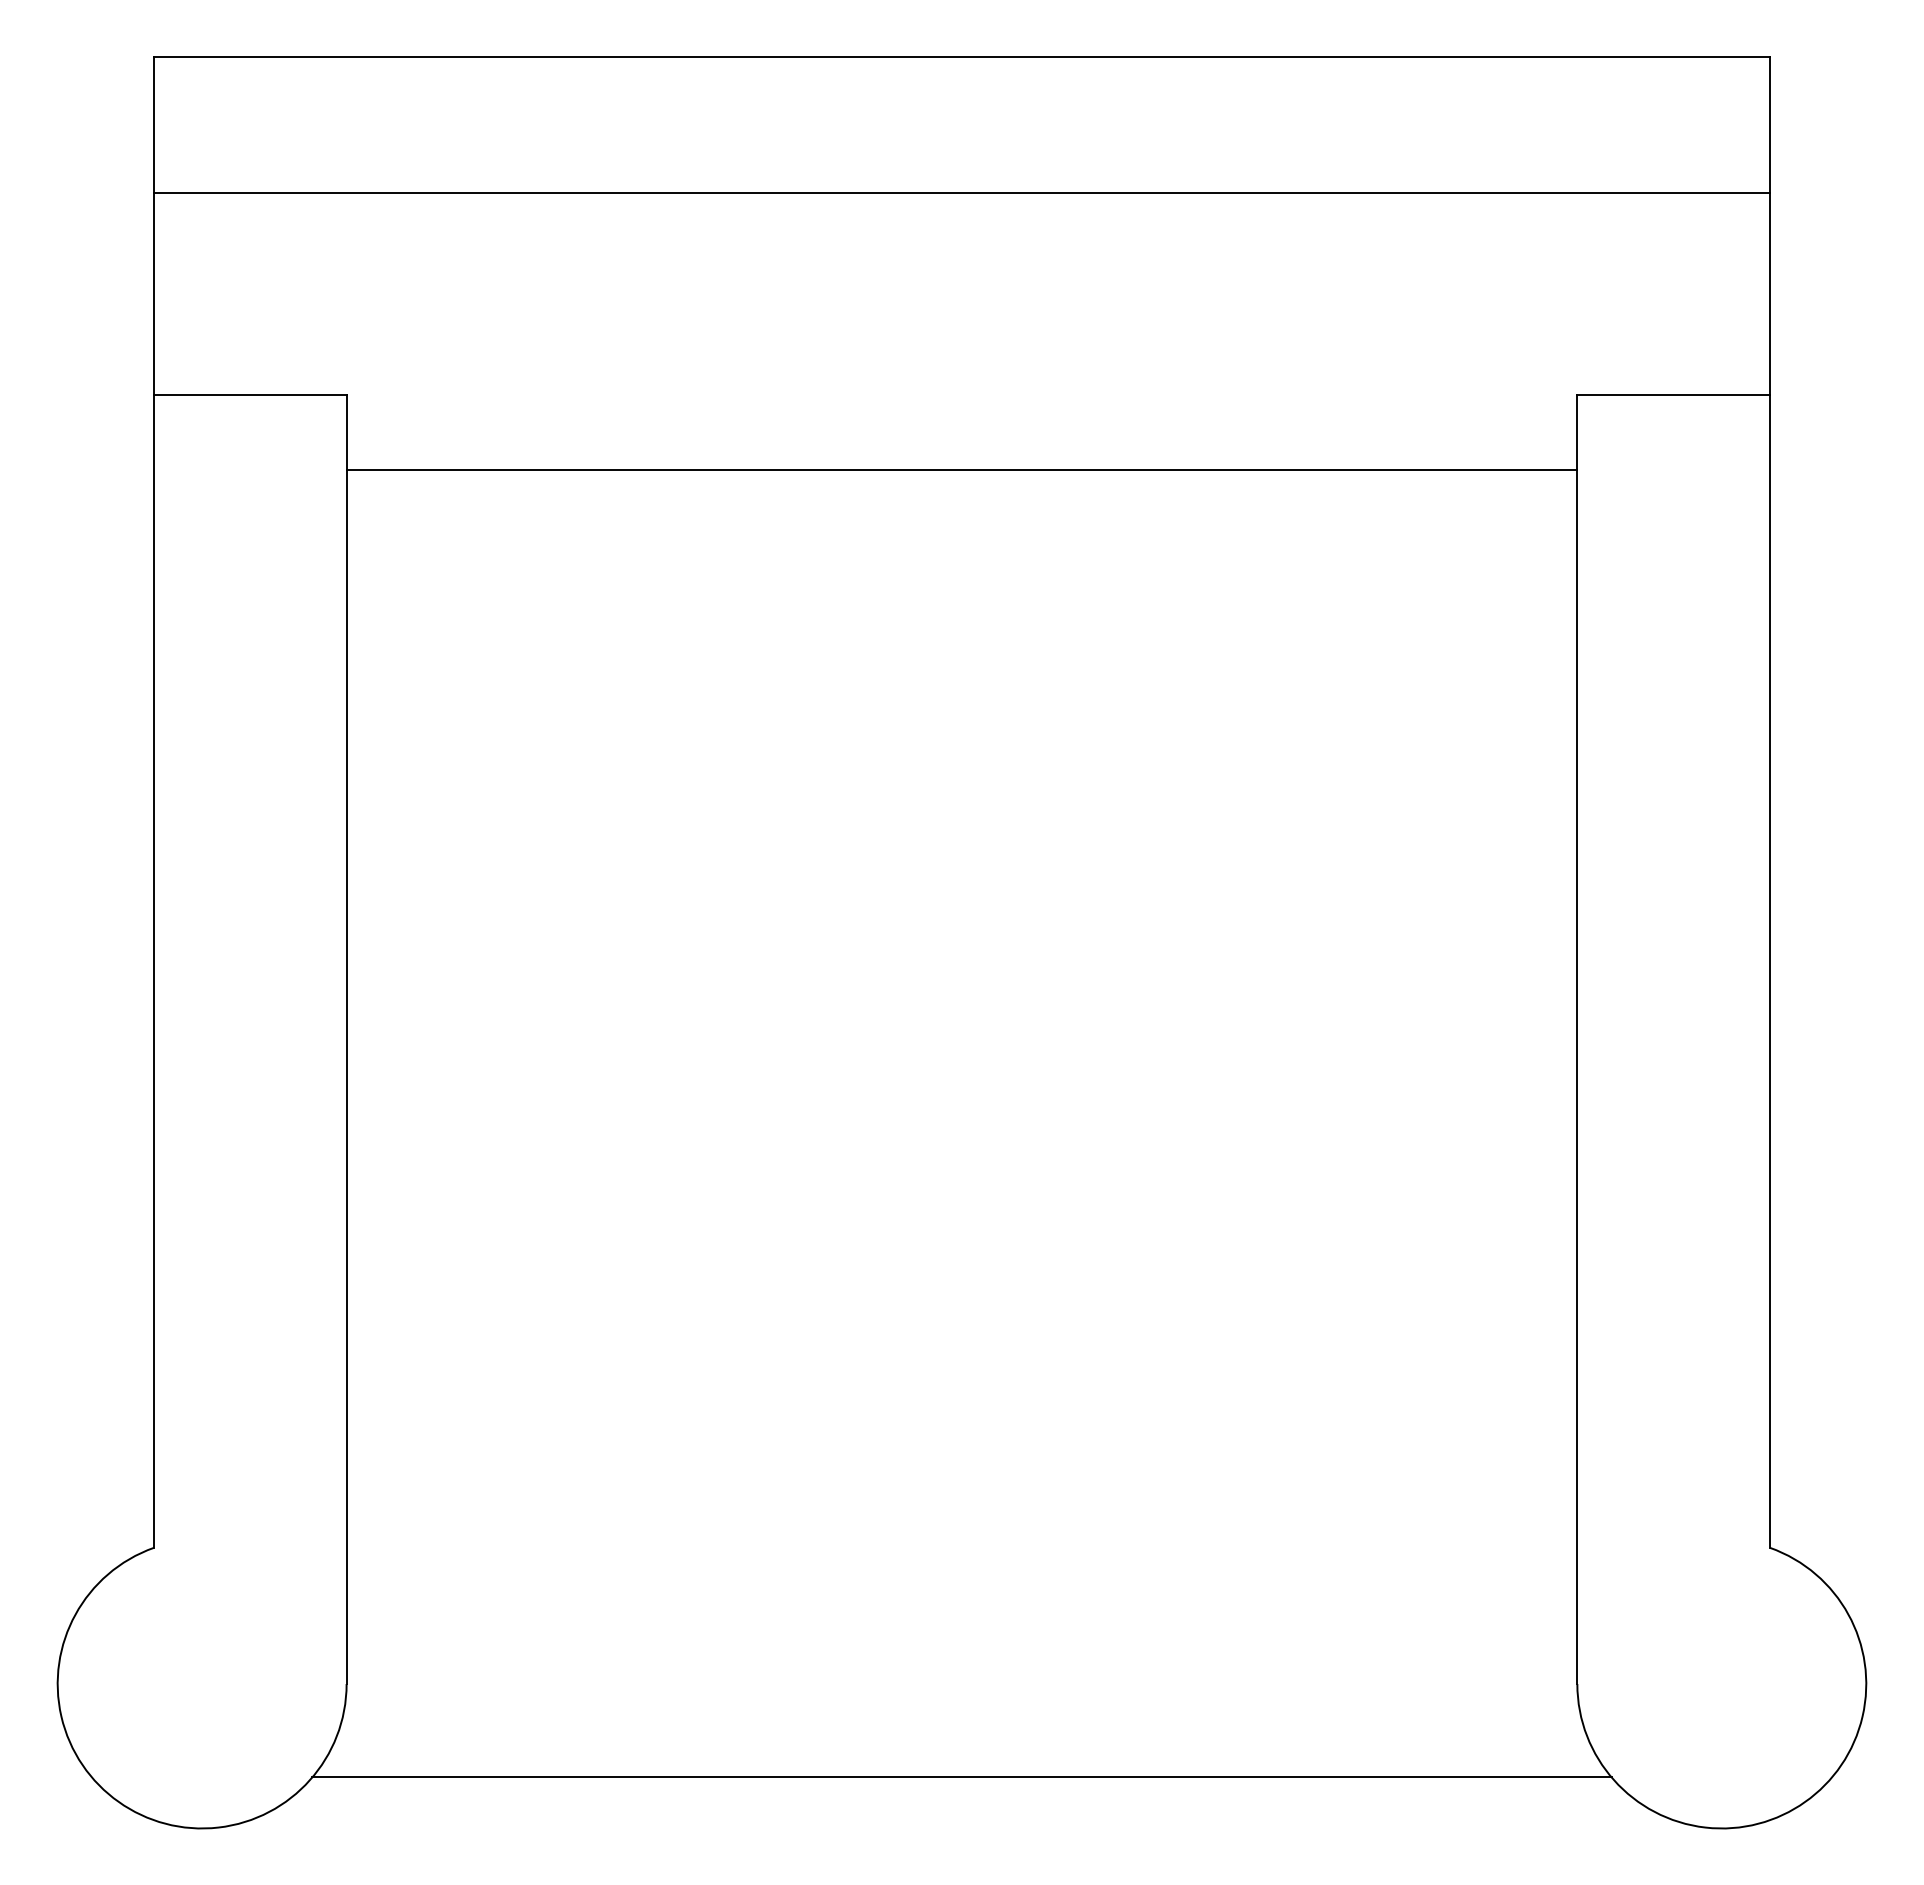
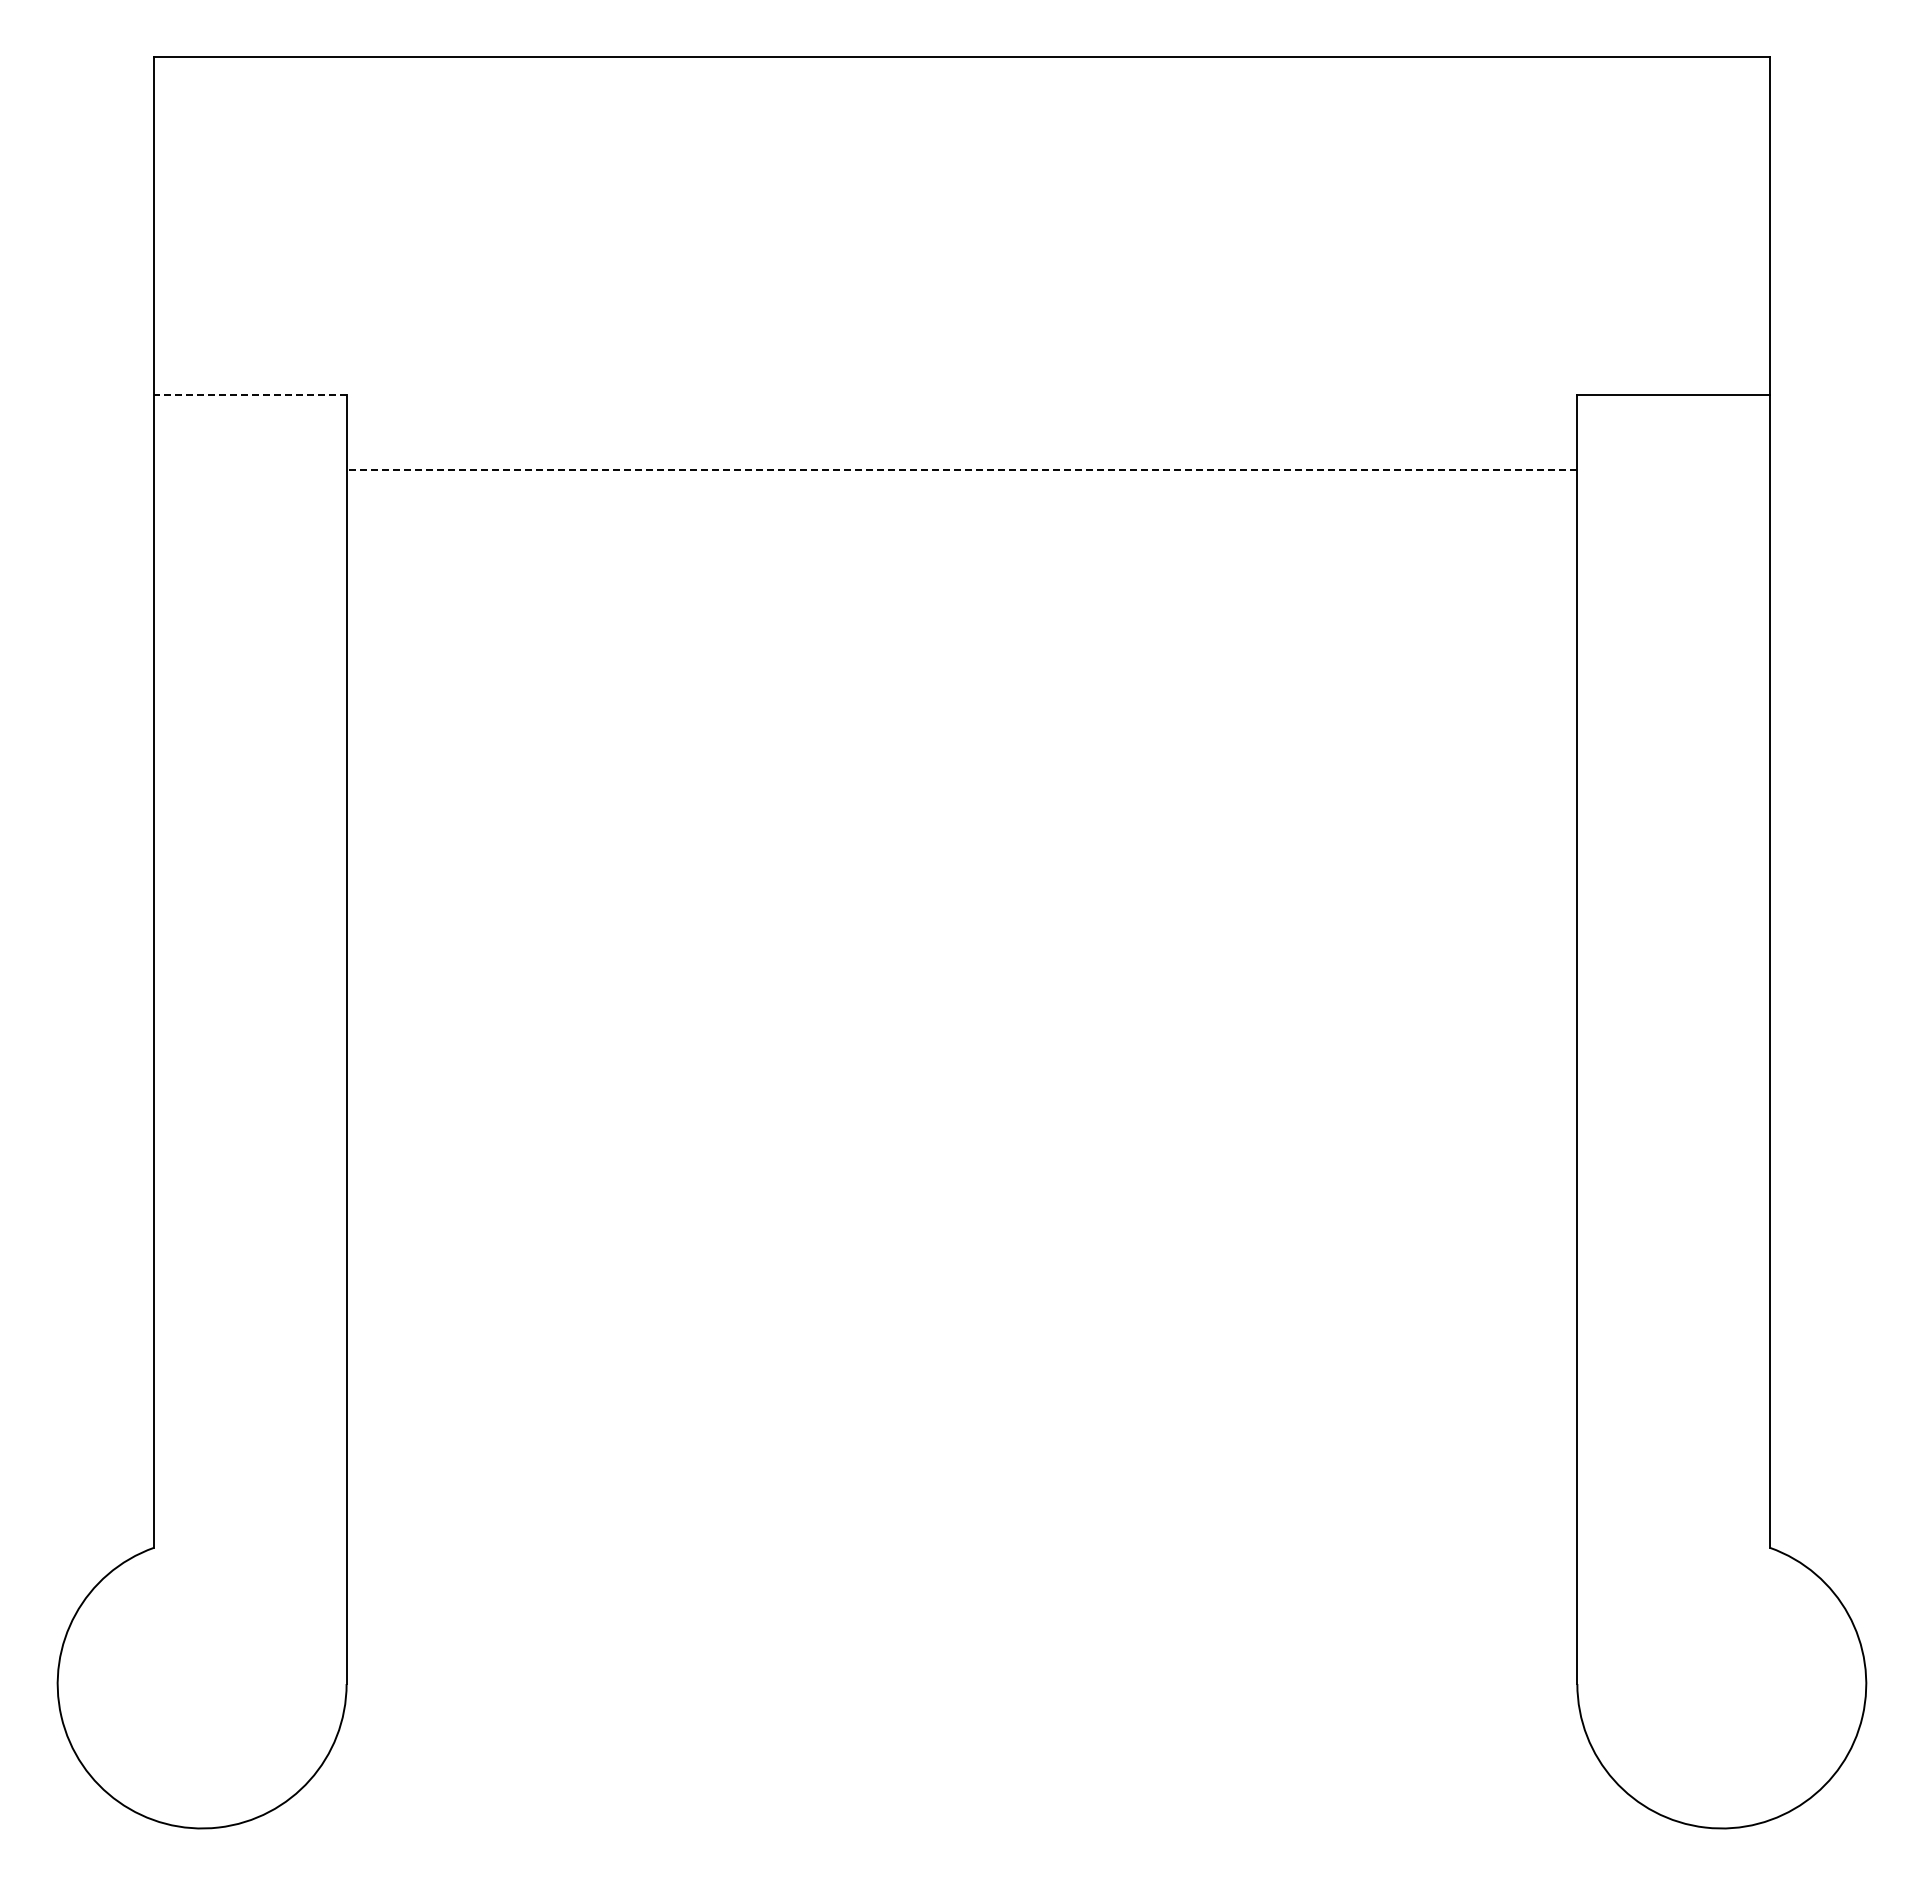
line at (961, 193): present -> none
line at (249, 395): solid -> dashed
line at (961, 469): solid -> dashed
line at (961, 1777): present -> none
